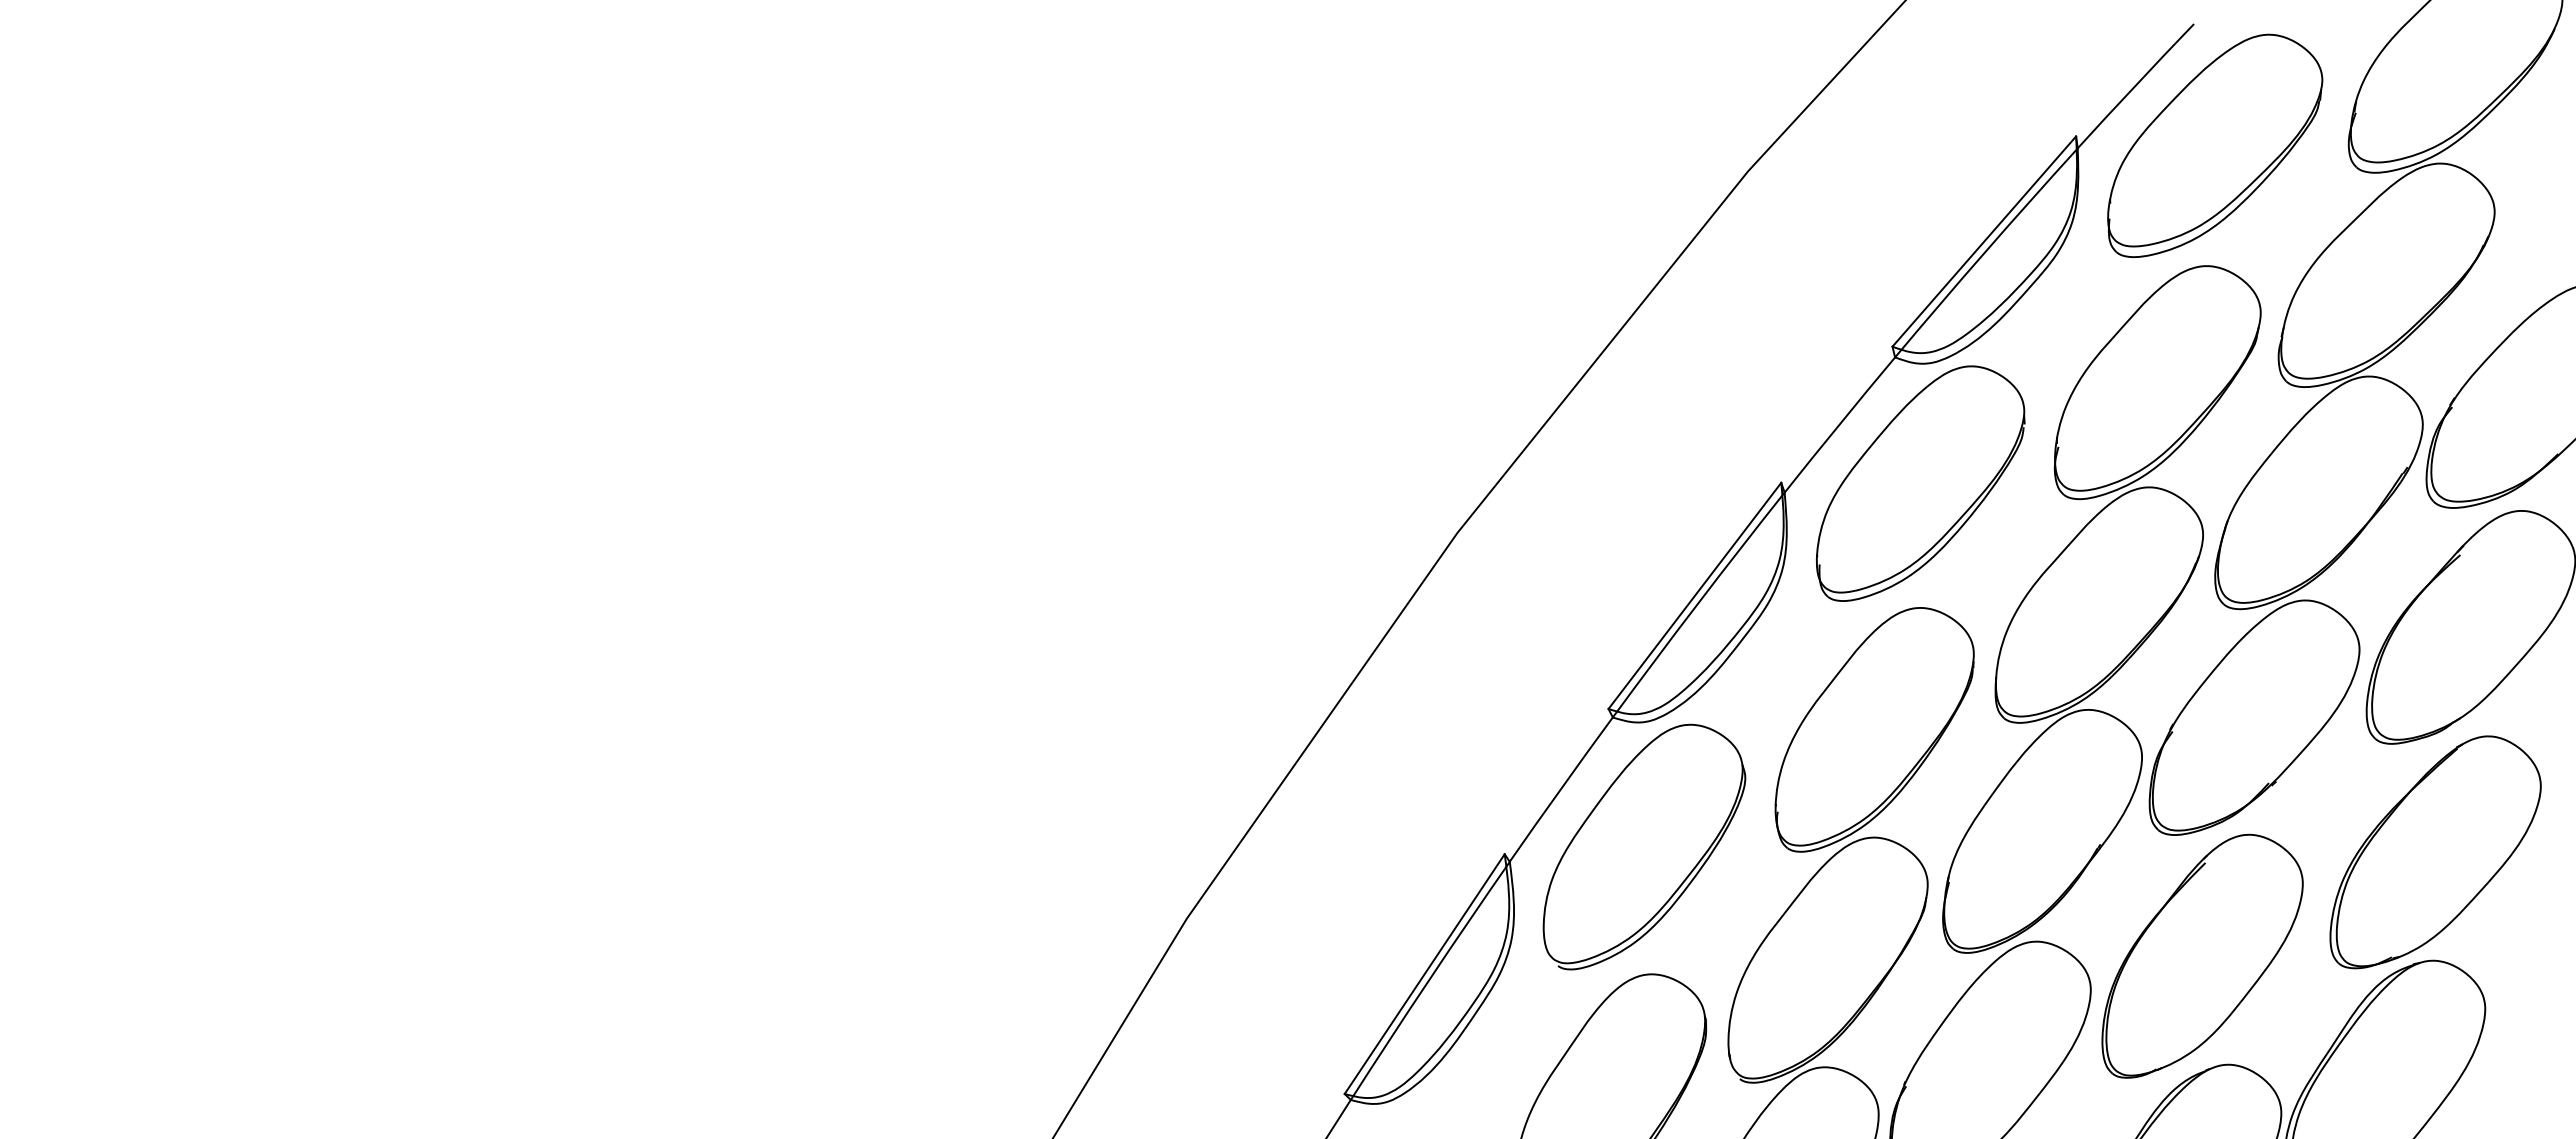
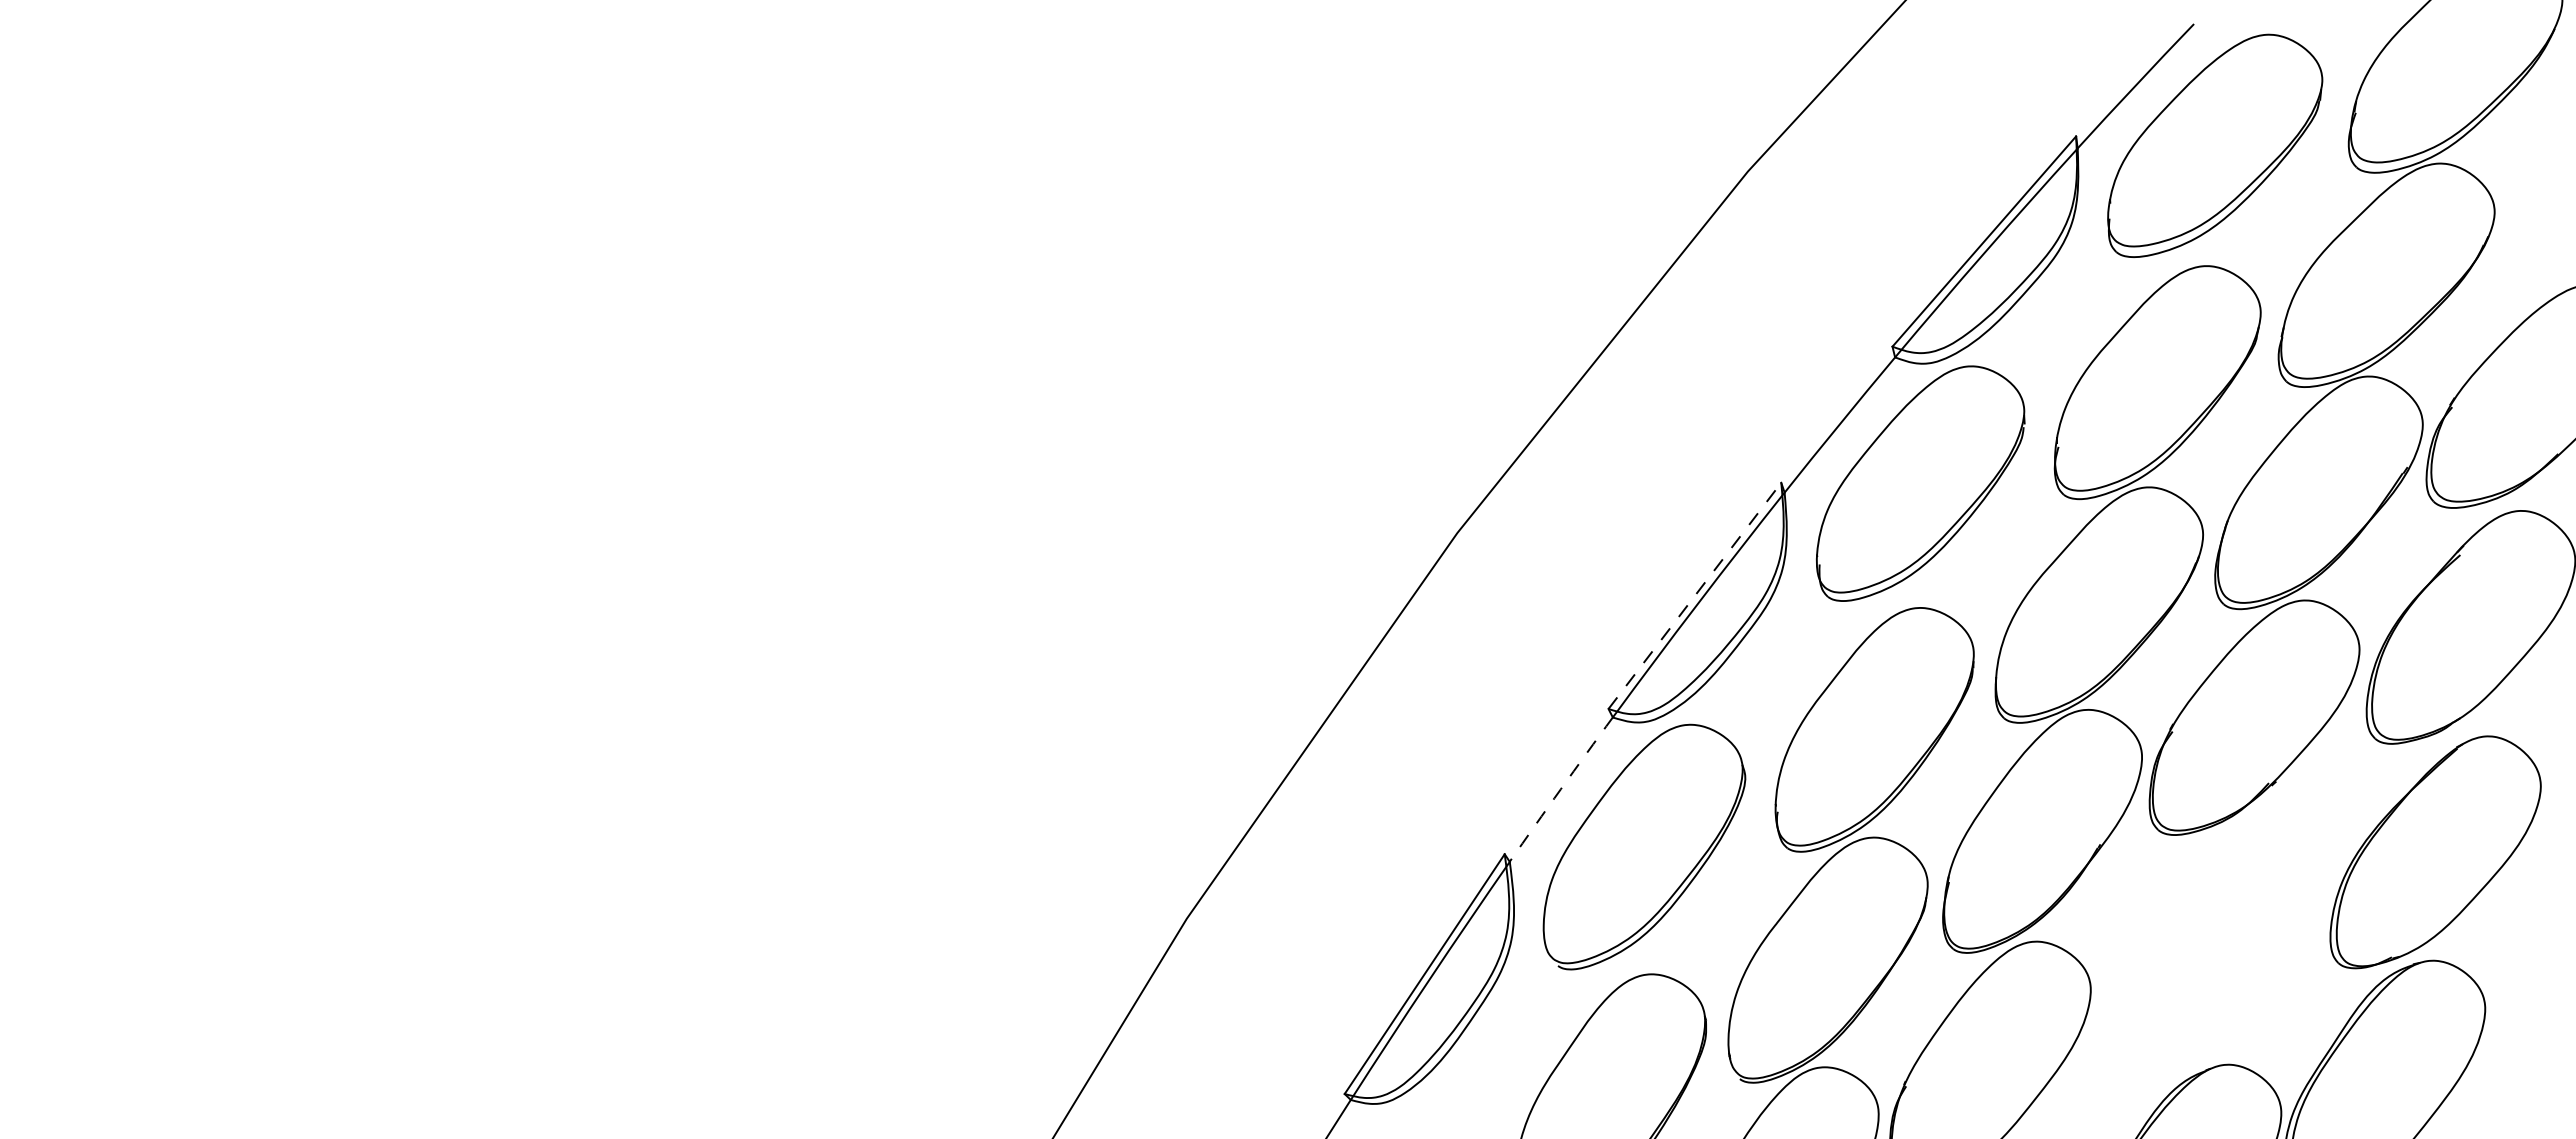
line at (1695, 595): solid -> dashed
arc at (1560, 789): solid -> dashed
part at (2202, 955): present -> none
